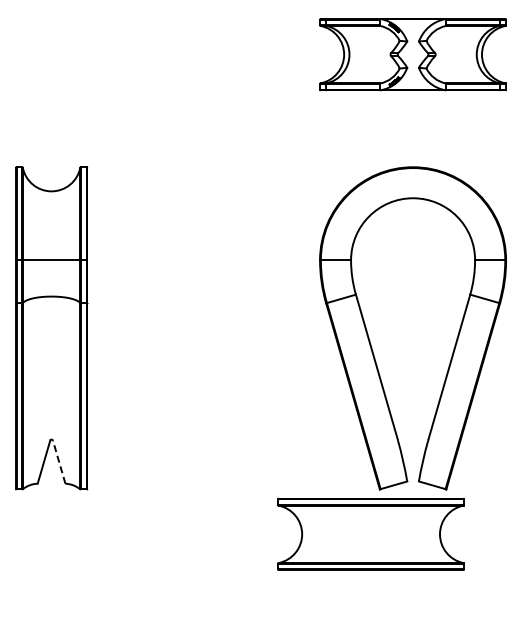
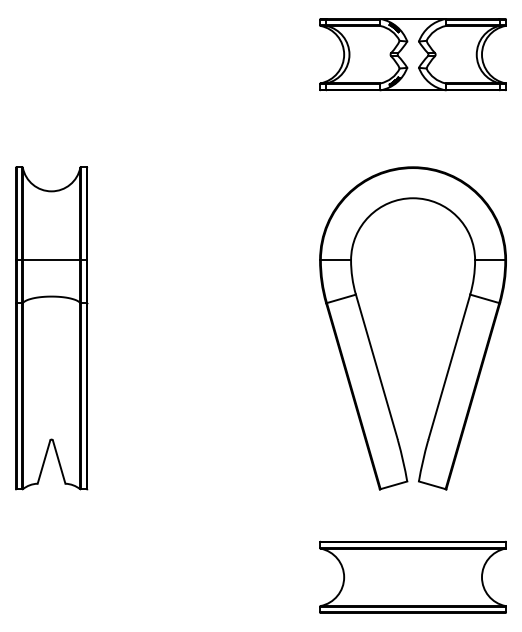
line at (59, 461): dashed -> solid
part at (370, 533) position: (370, 533) -> (412, 576)
